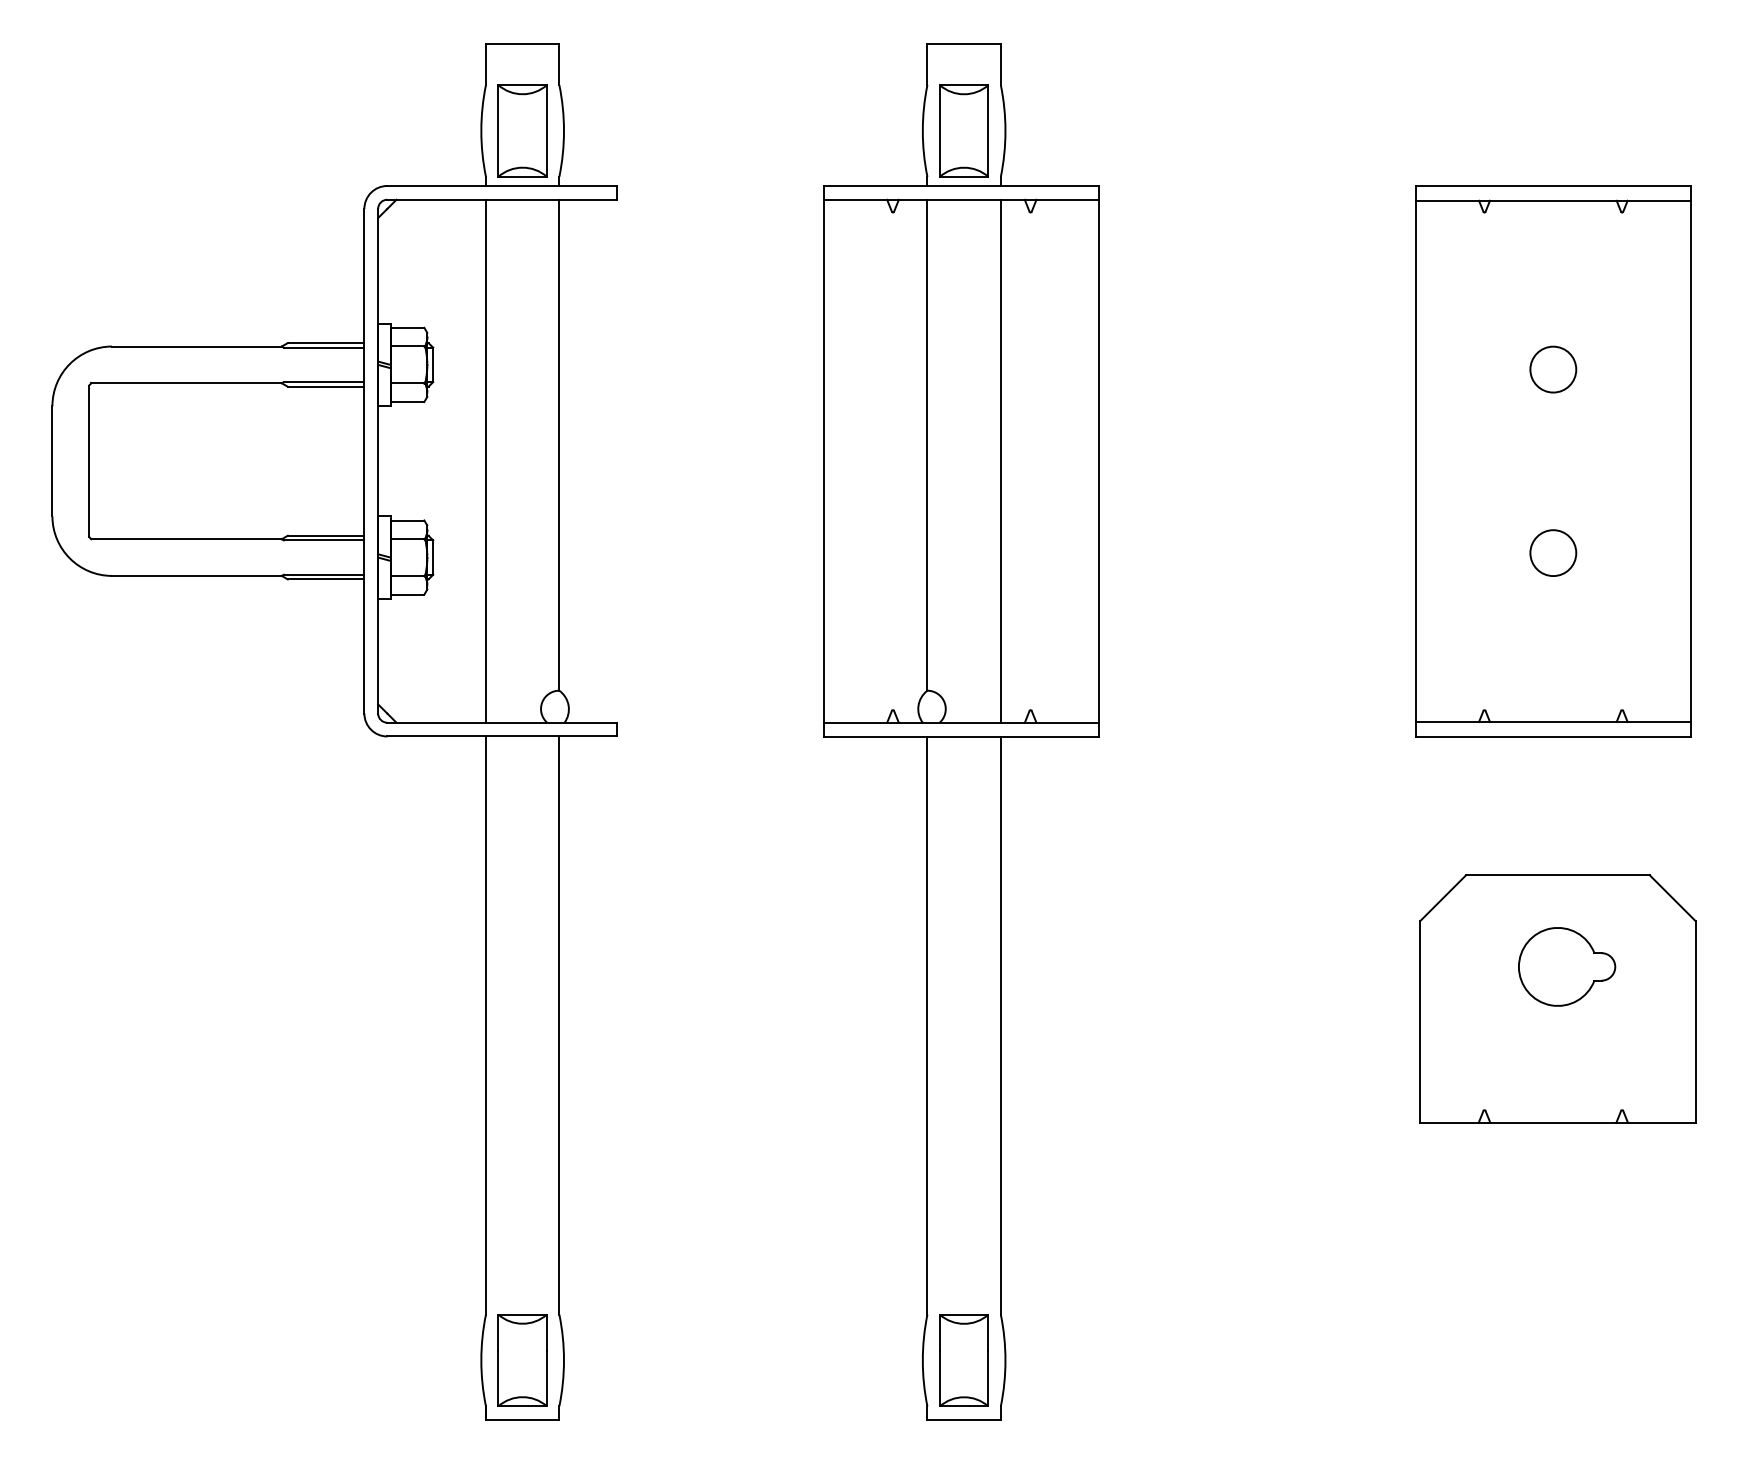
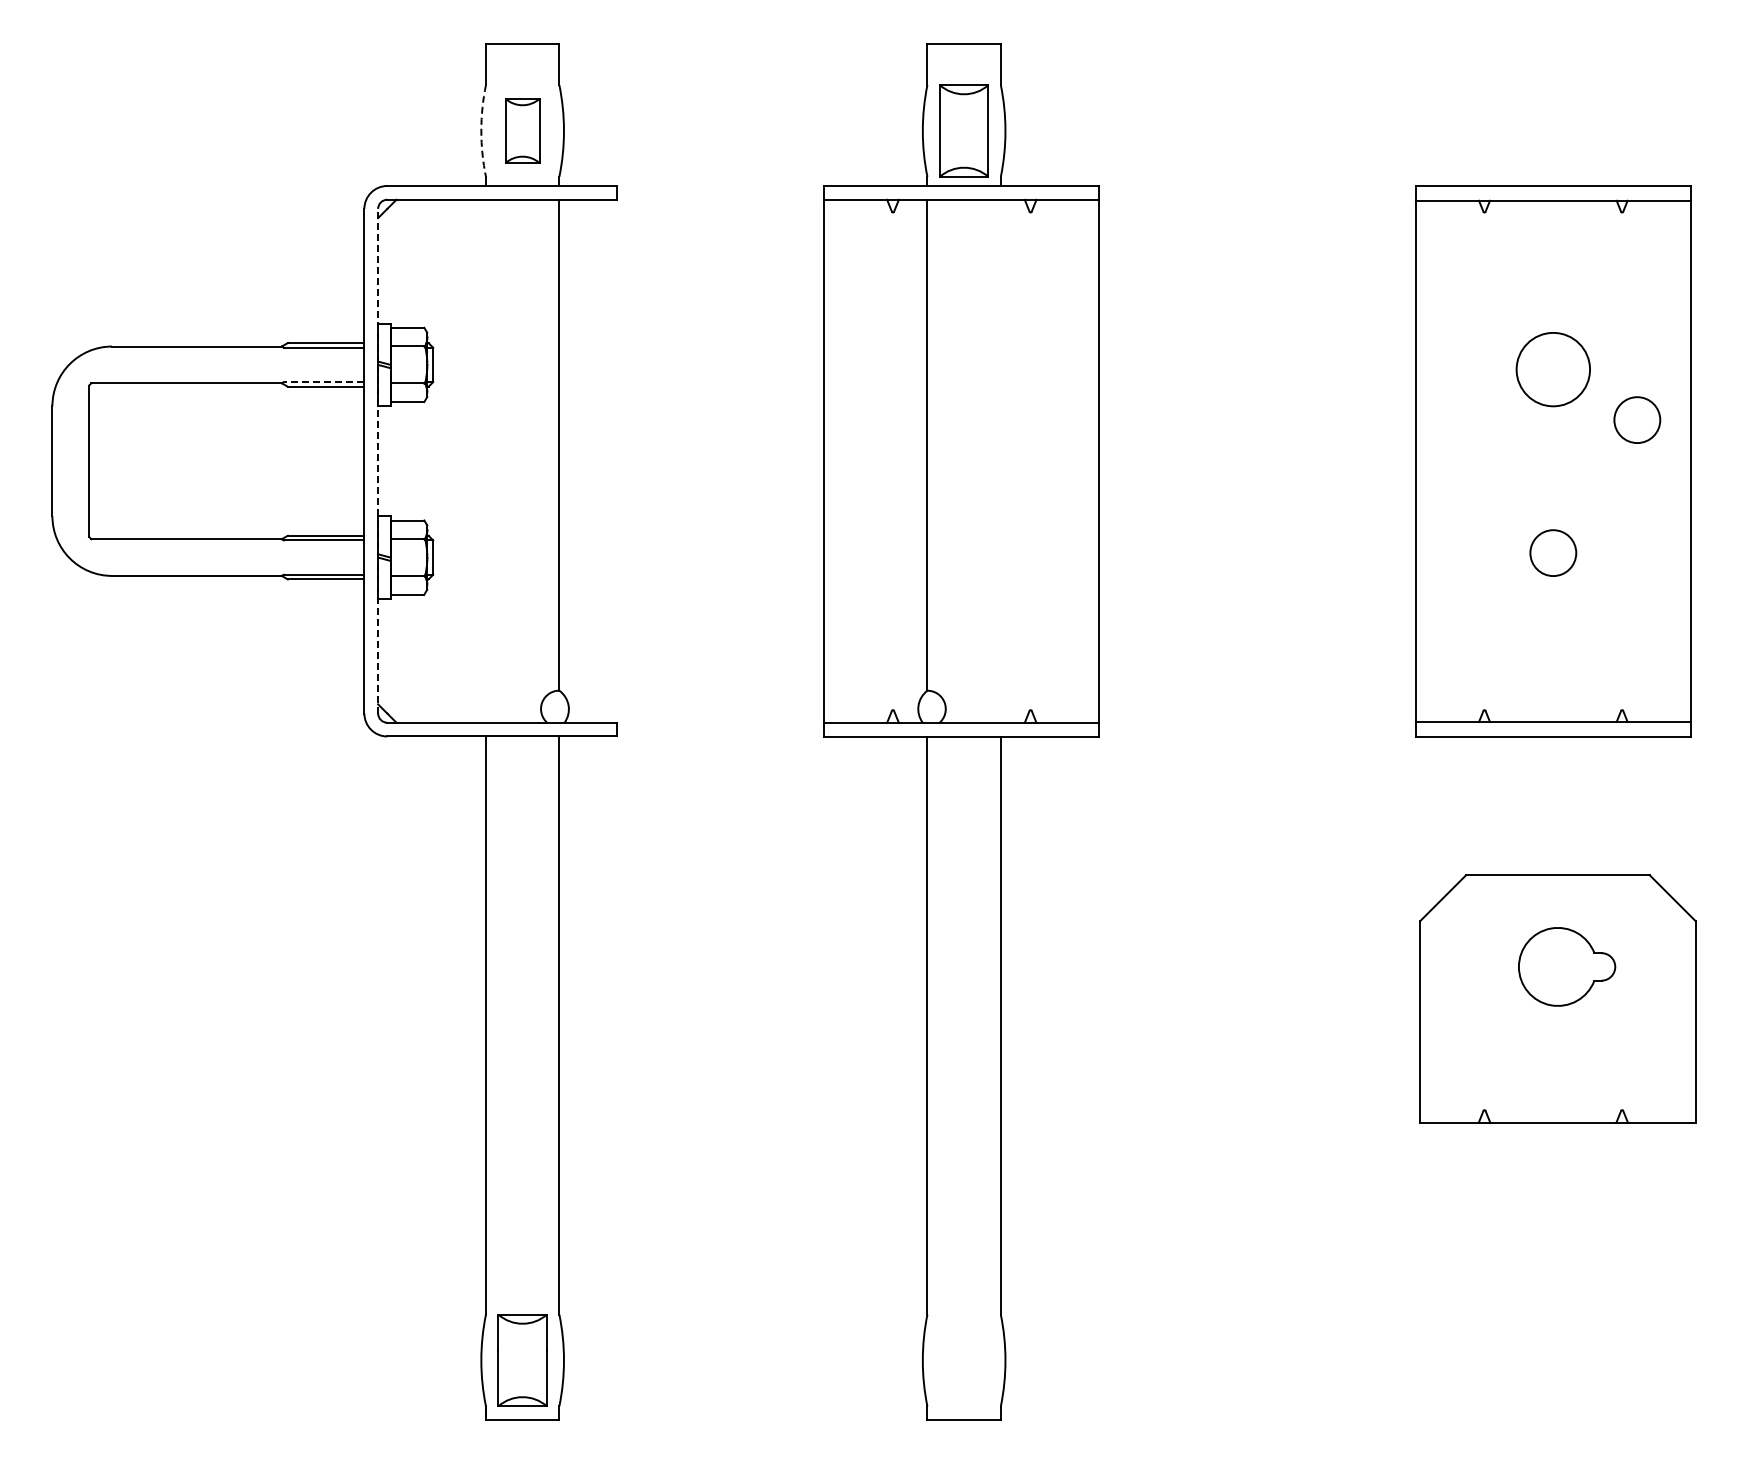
arc at (481, 130): solid -> dashed
part at (522, 130) size: 51x94 px -> 36x66 px
circle at (1553, 369) diameter: 46 px -> 73 px
line at (323, 382): solid -> dashed
circle at (1637, 419): none -> present
line at (378, 460): solid -> dashed
line at (485, 460): present -> none
line at (1000, 460): present -> none
part at (963, 1360): present -> none
